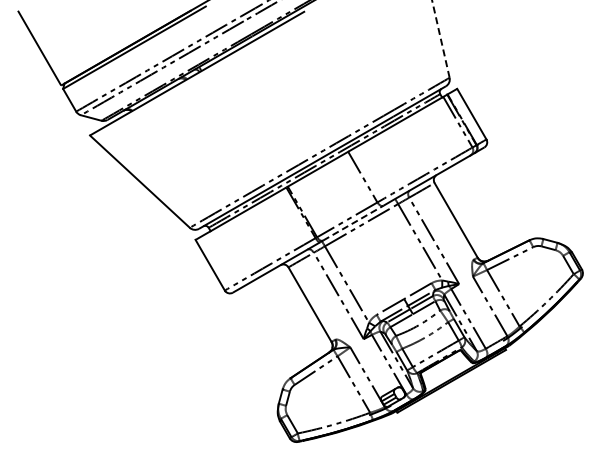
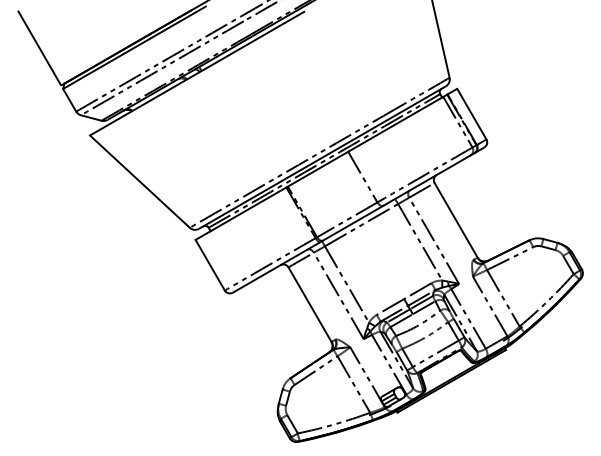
line at (440, 38): dashed -> solid
line at (353, 223): dashed -> solid
